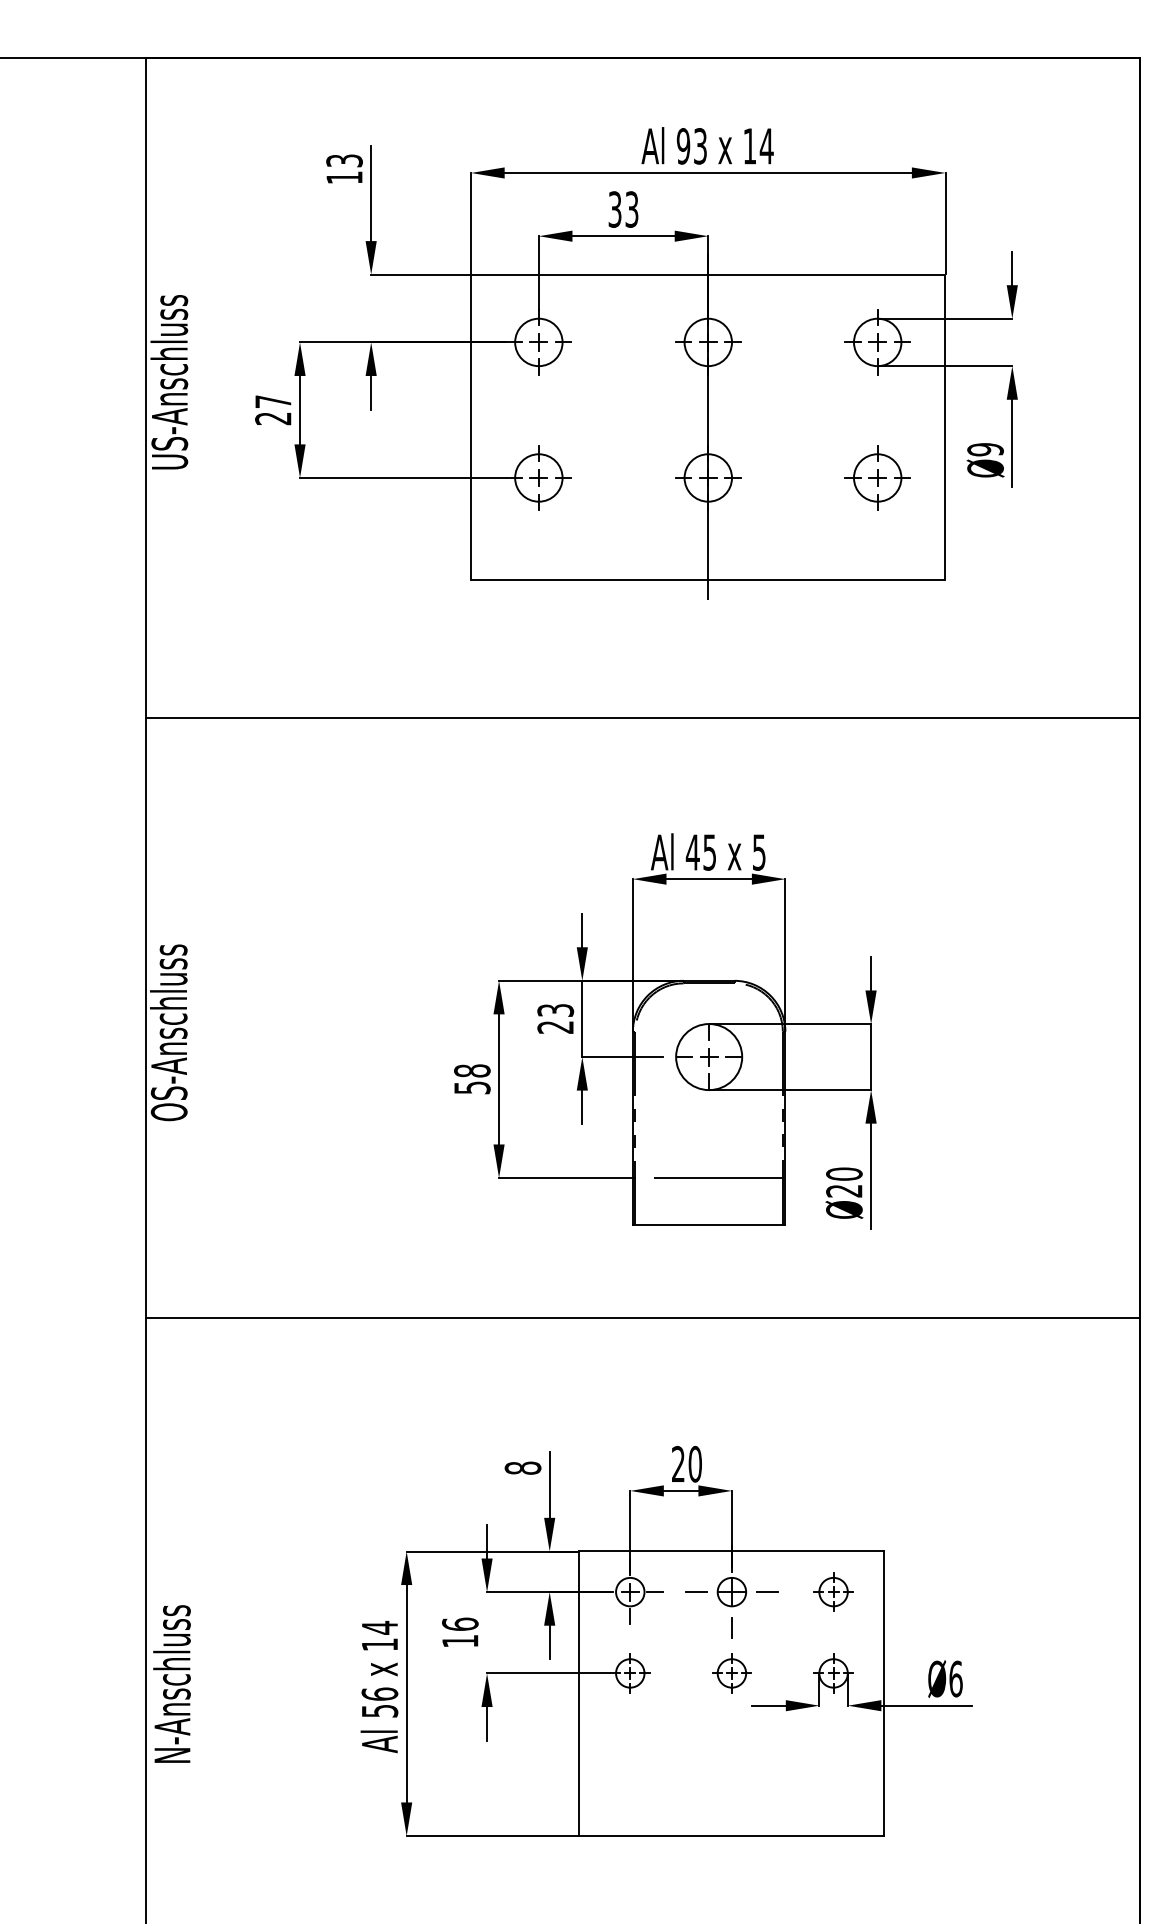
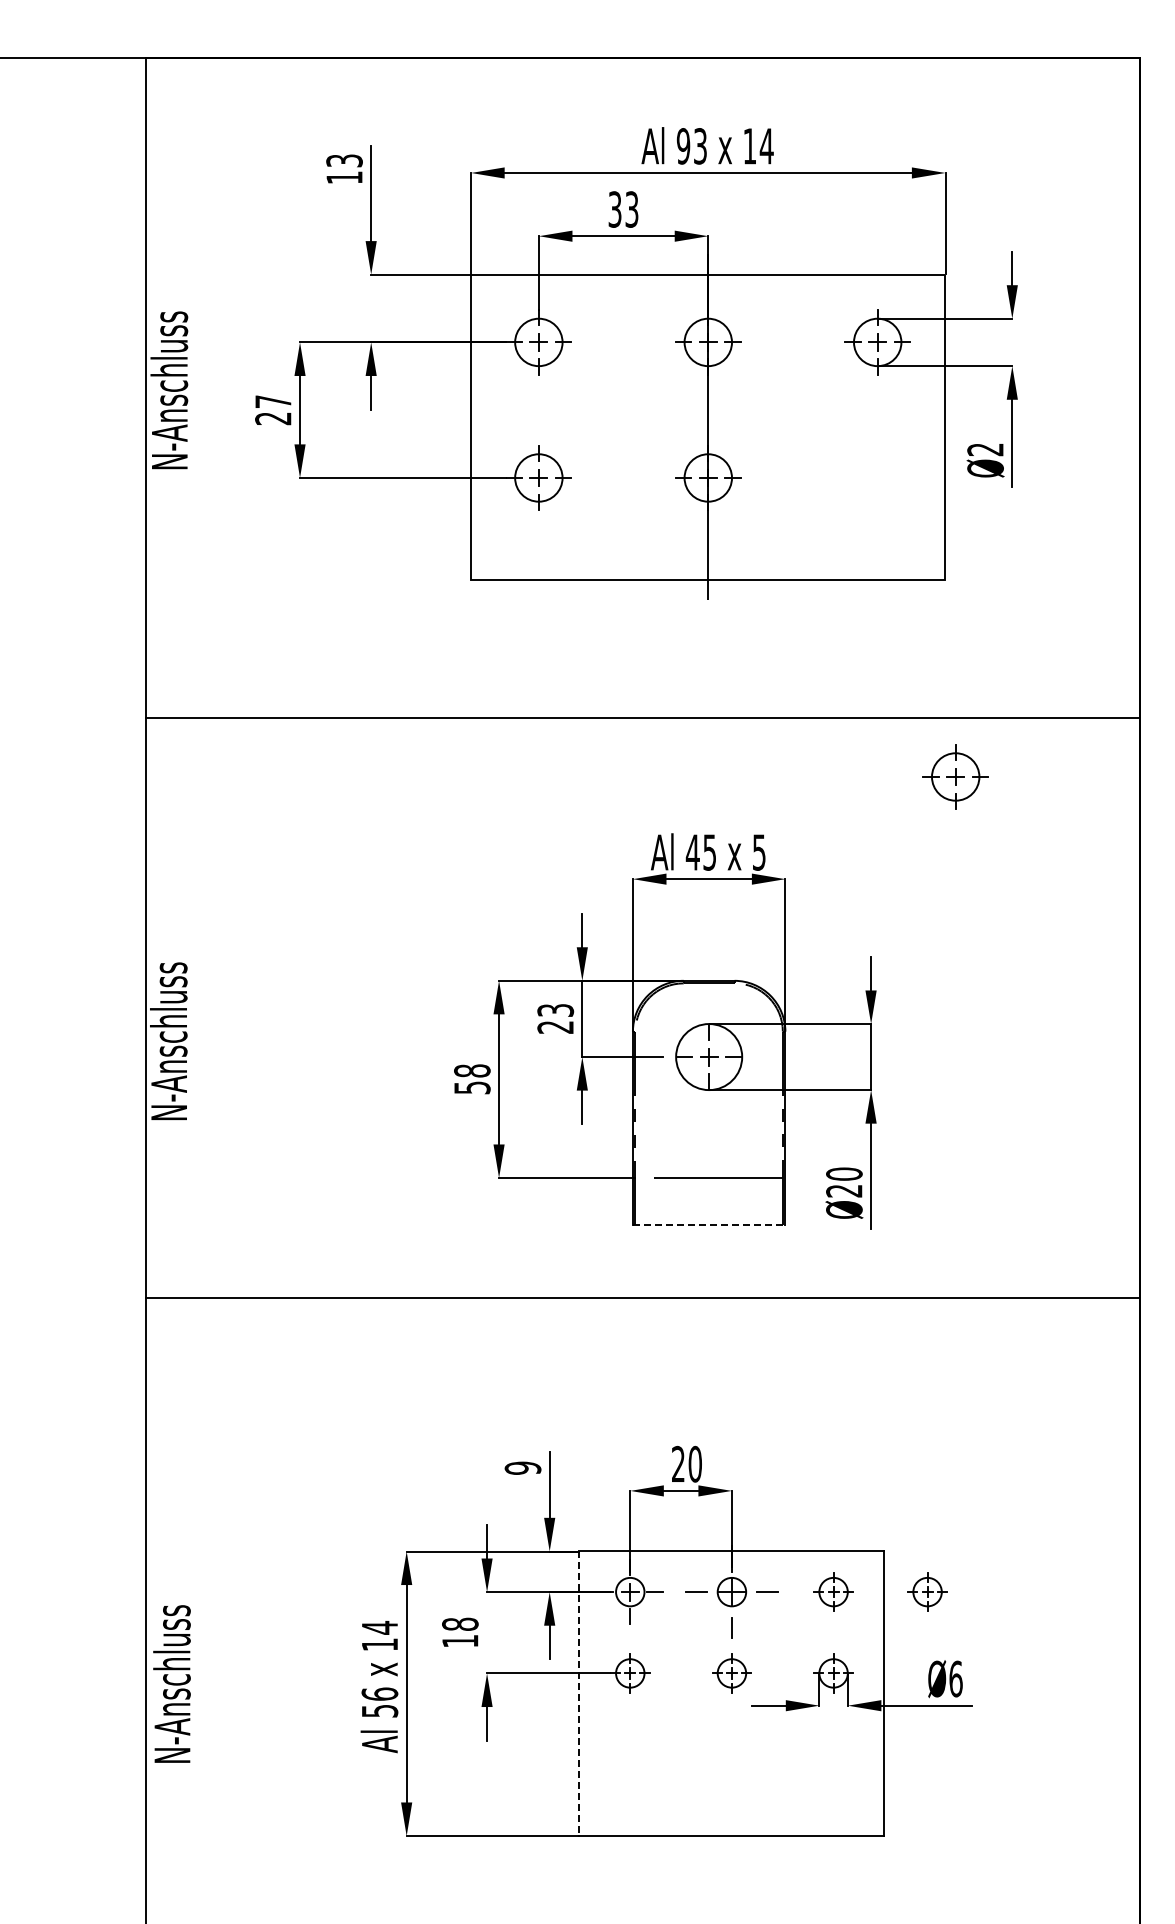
text at (169, 382): US-Anschluss -> N-Anschluss
text at (985, 449): Ø9 -> Ø2
part at (877, 477) position: (877, 477) -> (955, 776)
text at (168, 1032): OS-Anschluss -> N-Anschluss
line at (709, 1224): solid -> dashed
line at (642, 1318) position: (642, 1318) -> (642, 1298)
text at (522, 1467): 8 -> 9
part at (927, 1591): none -> present
text at (460, 1623): 16 -> 18
line at (579, 1694): solid -> dashed
